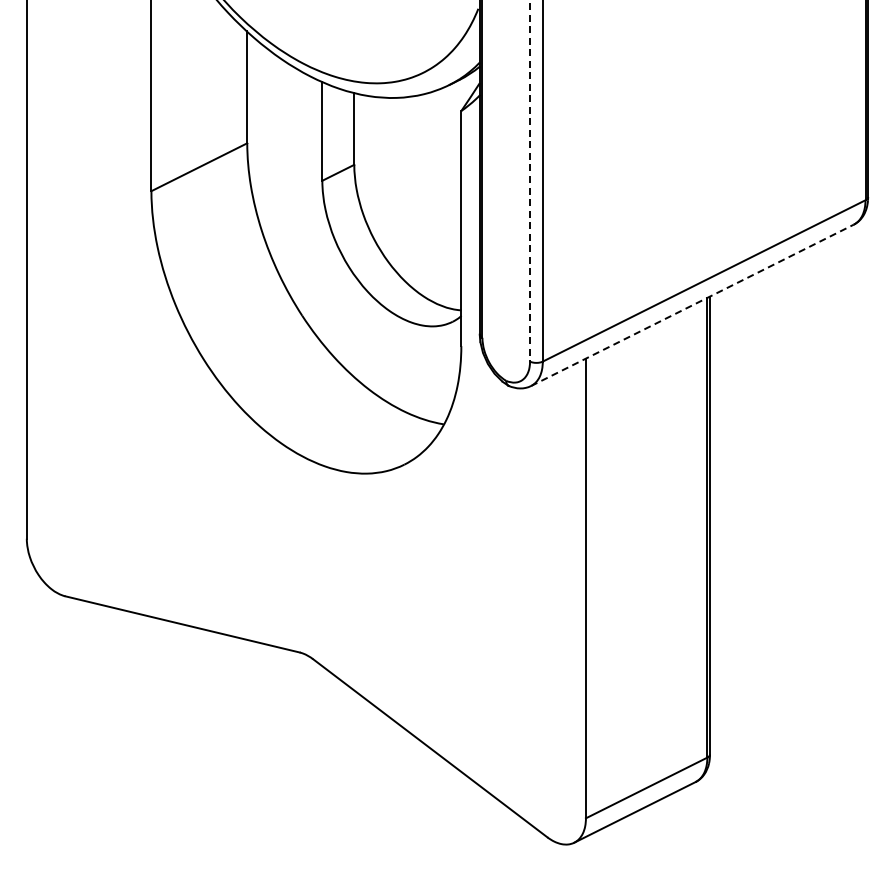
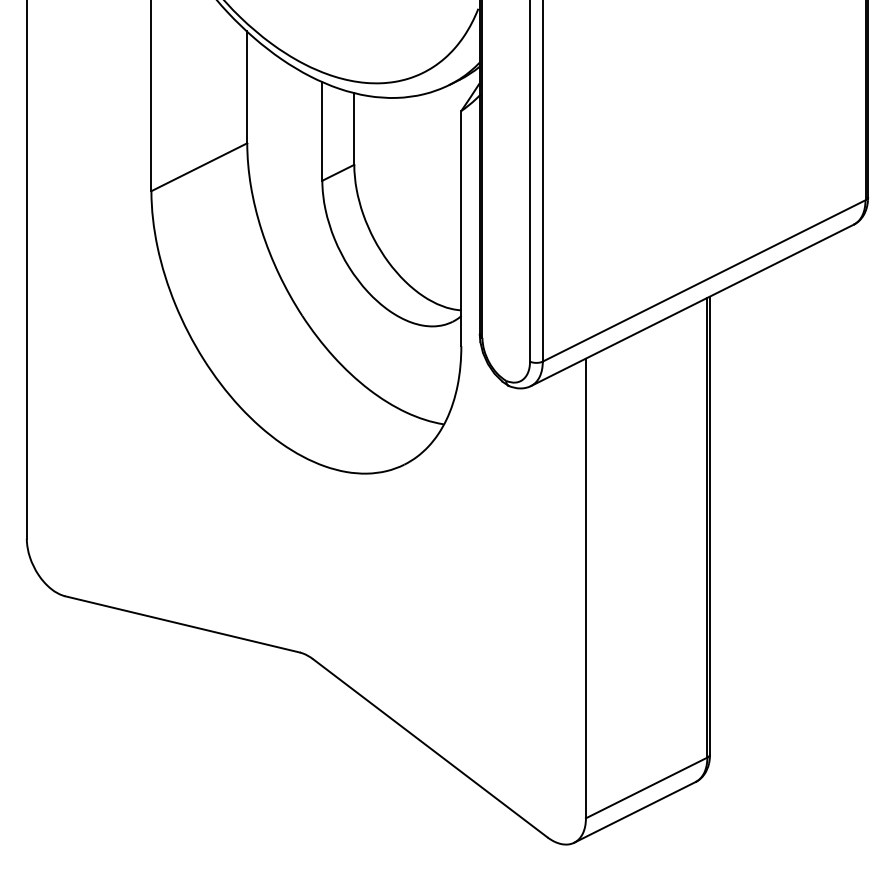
line at (530, 181): dashed -> solid
line at (692, 305): dashed -> solid
